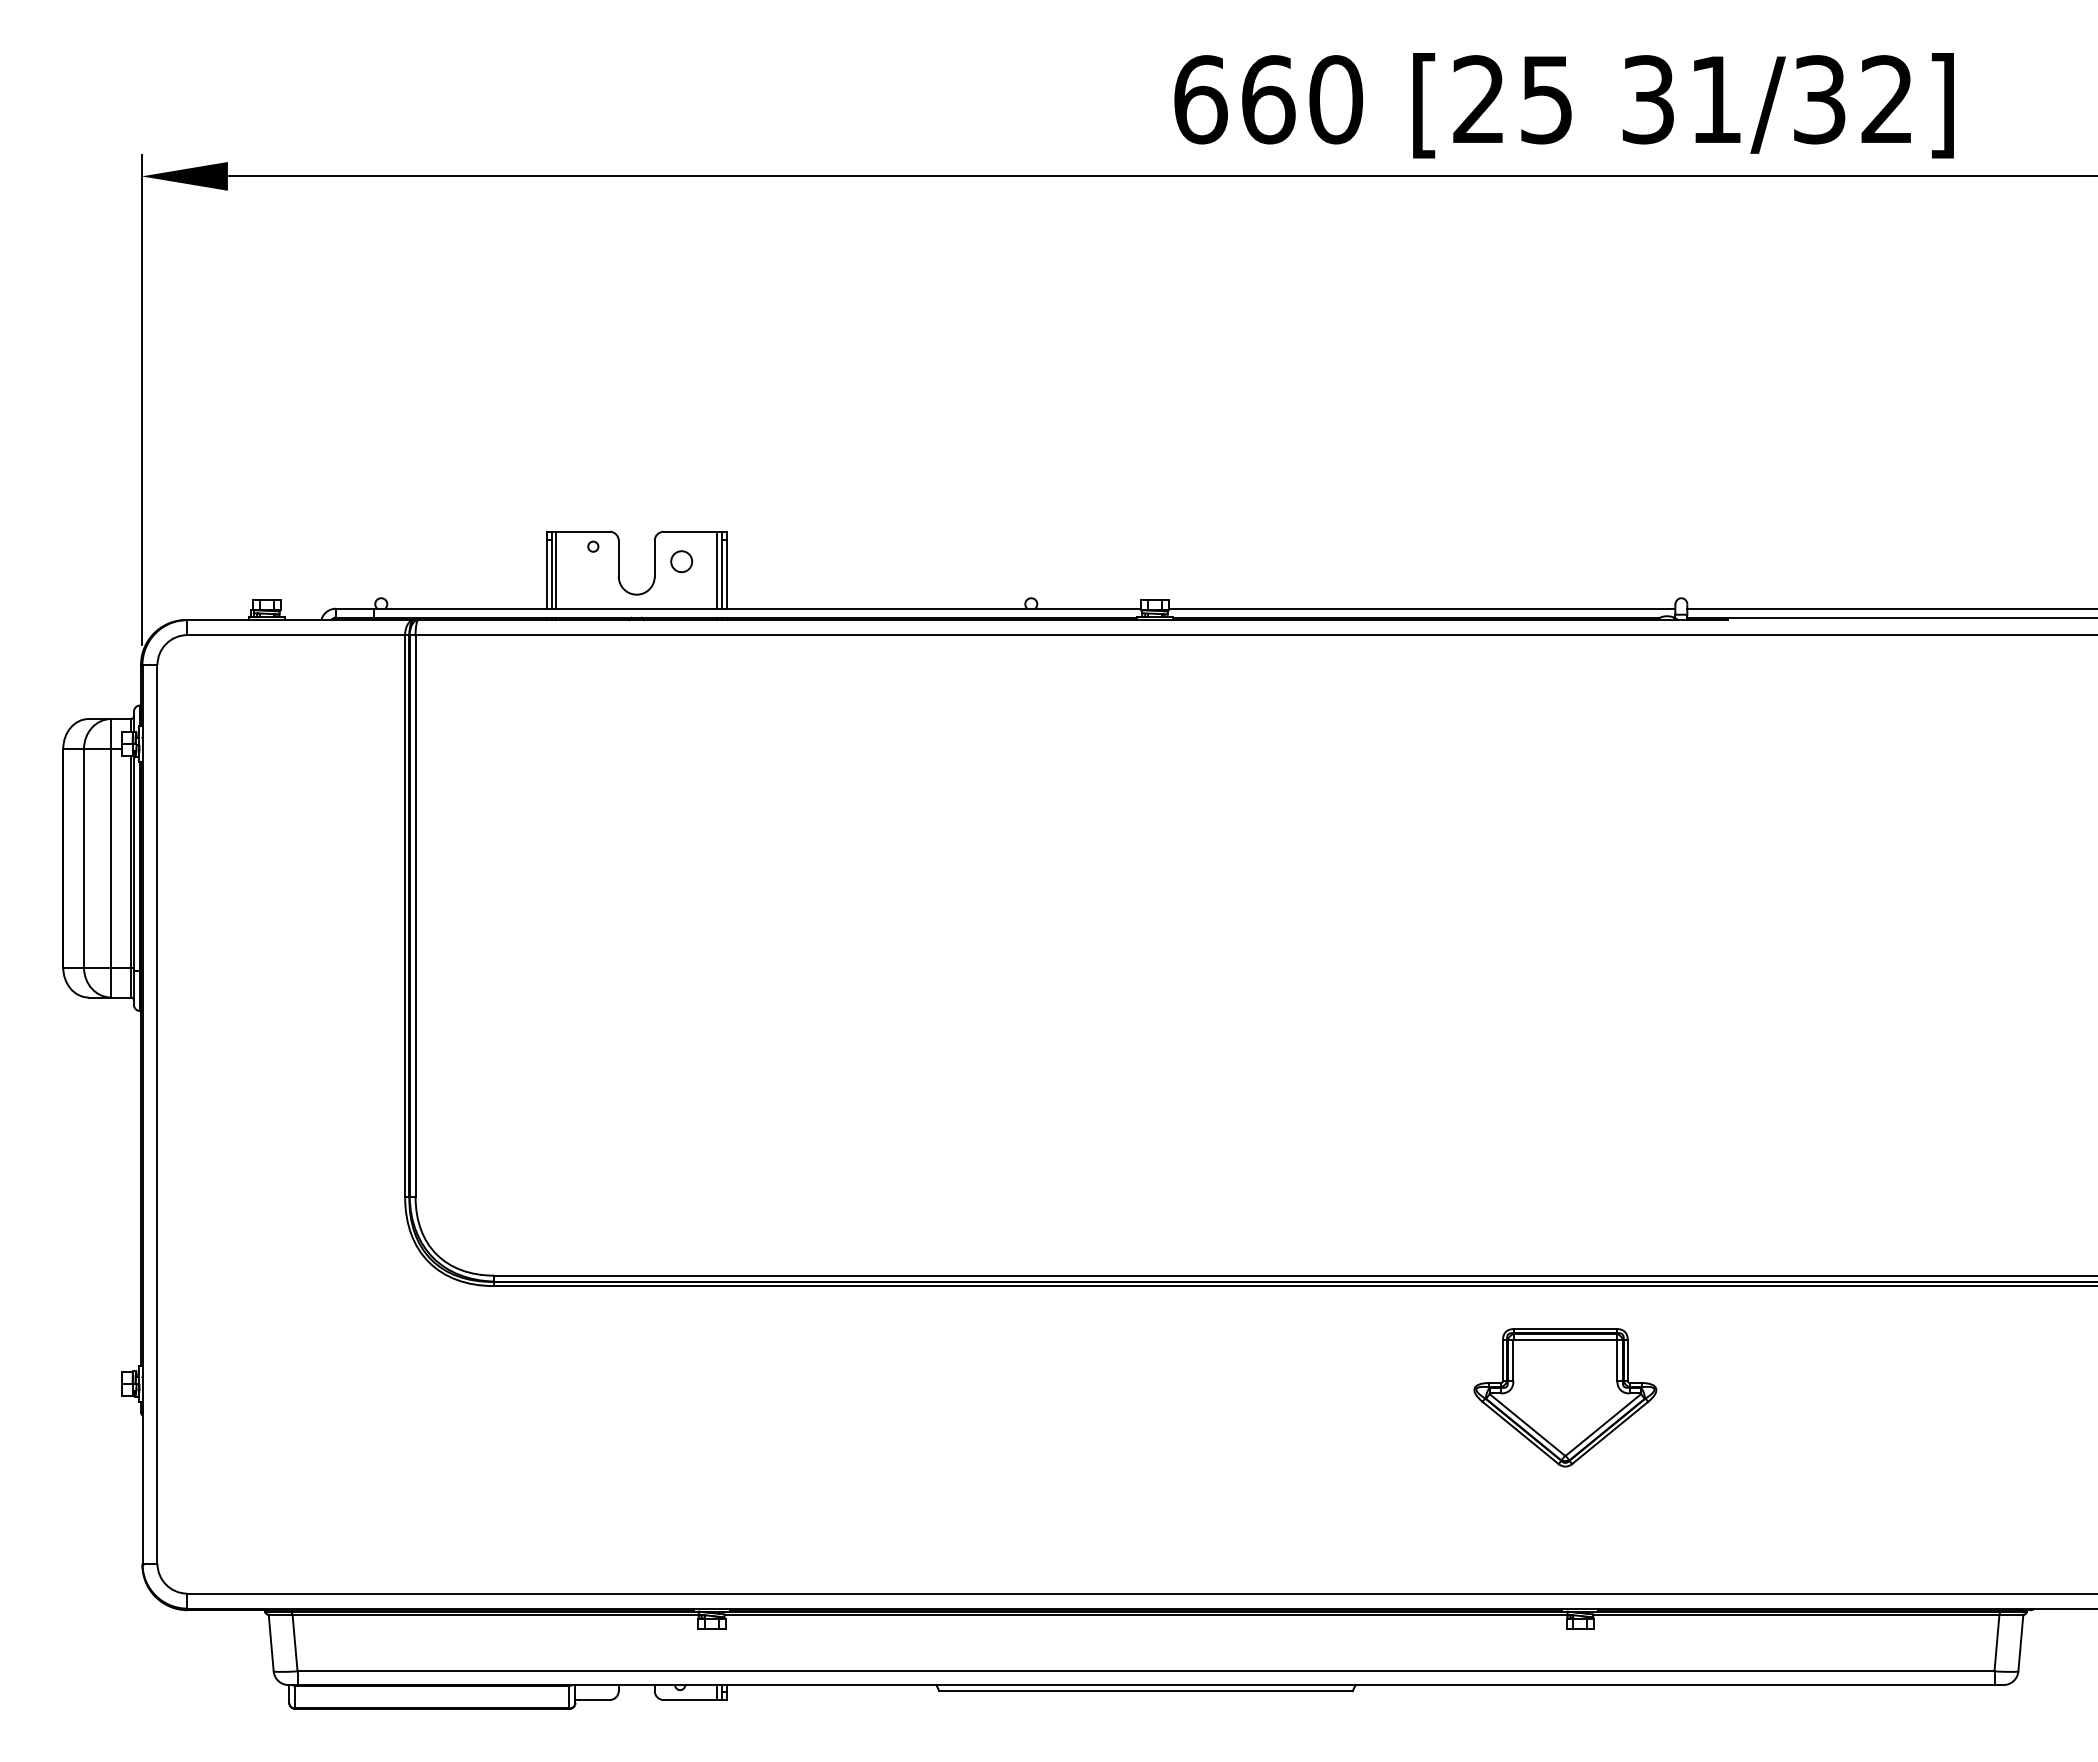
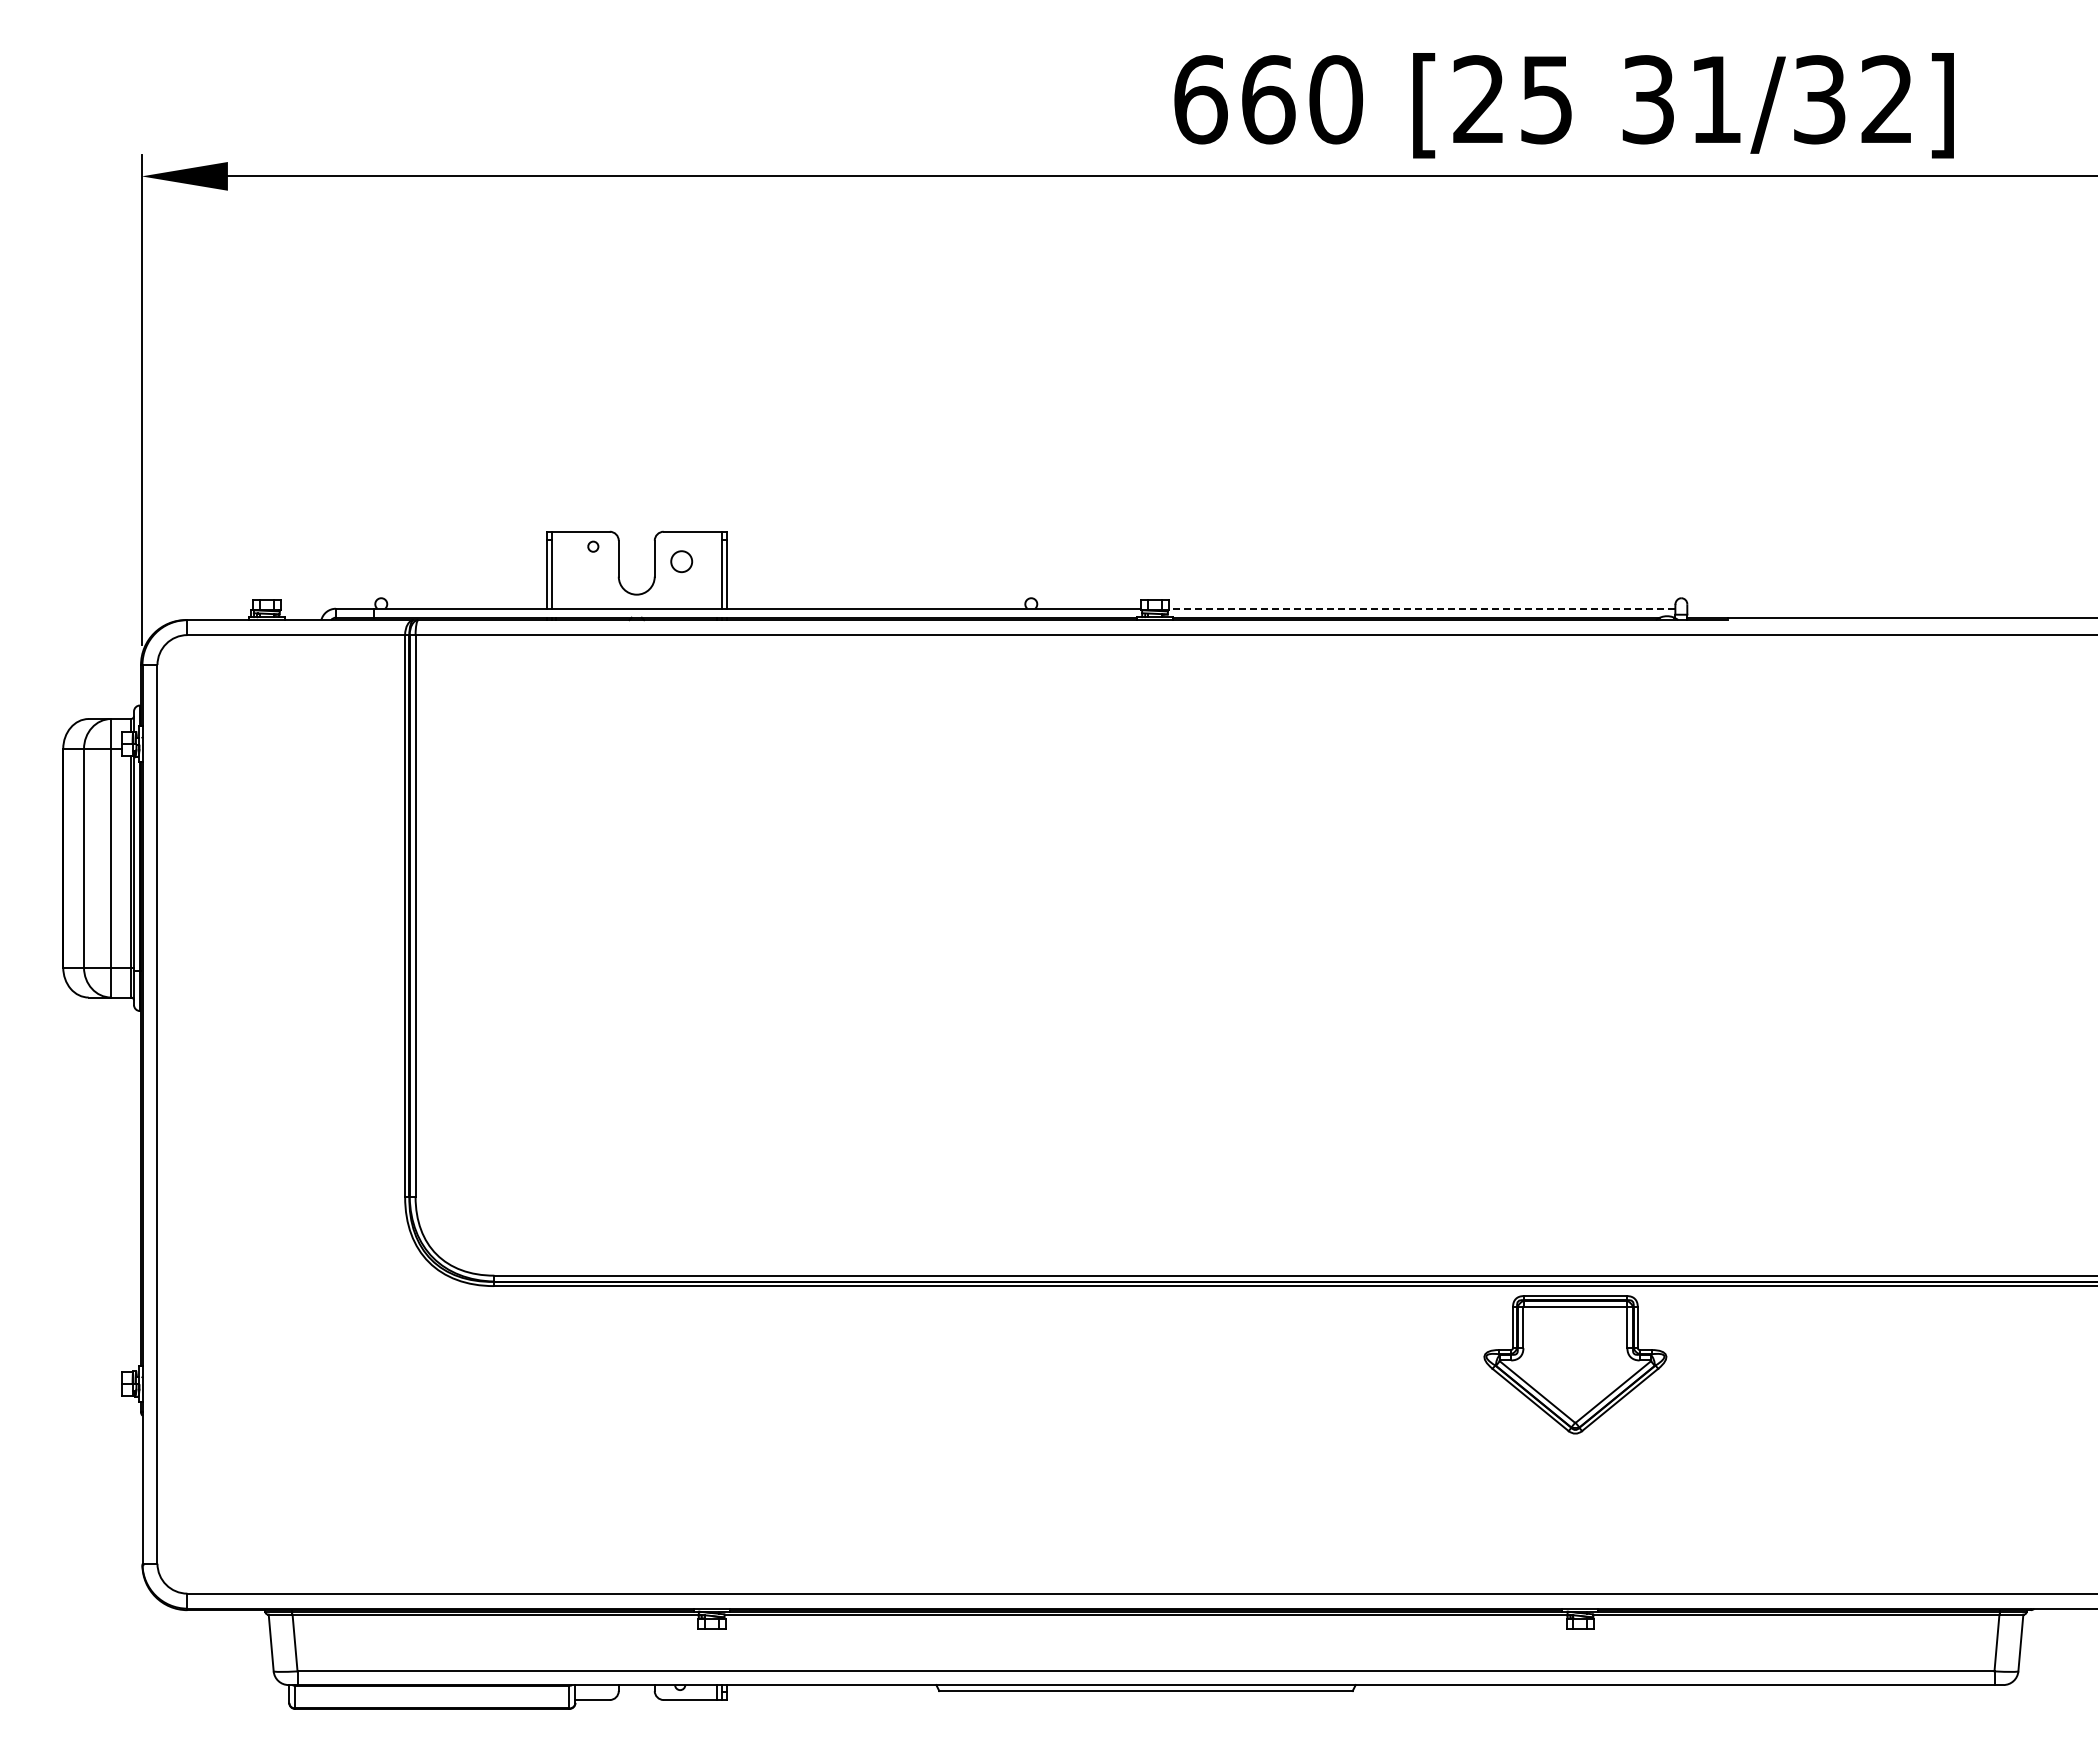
line at (556, 569): present -> none
line at (717, 569): present -> none
line at (1421, 608): solid -> dashed
line at (1890, 608): present -> none
part at (1565, 1397) position: (1565, 1397) -> (1575, 1364)
